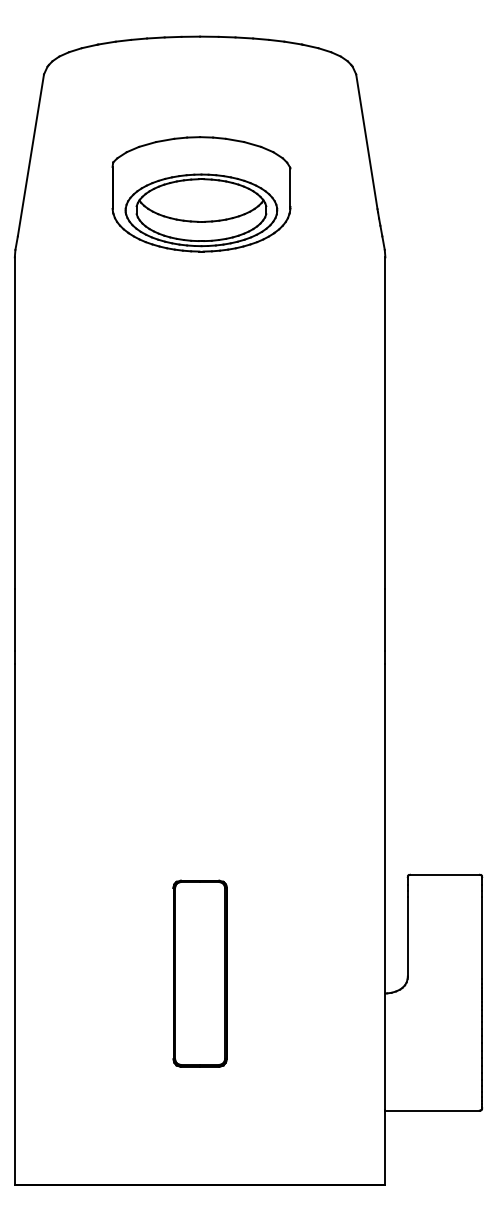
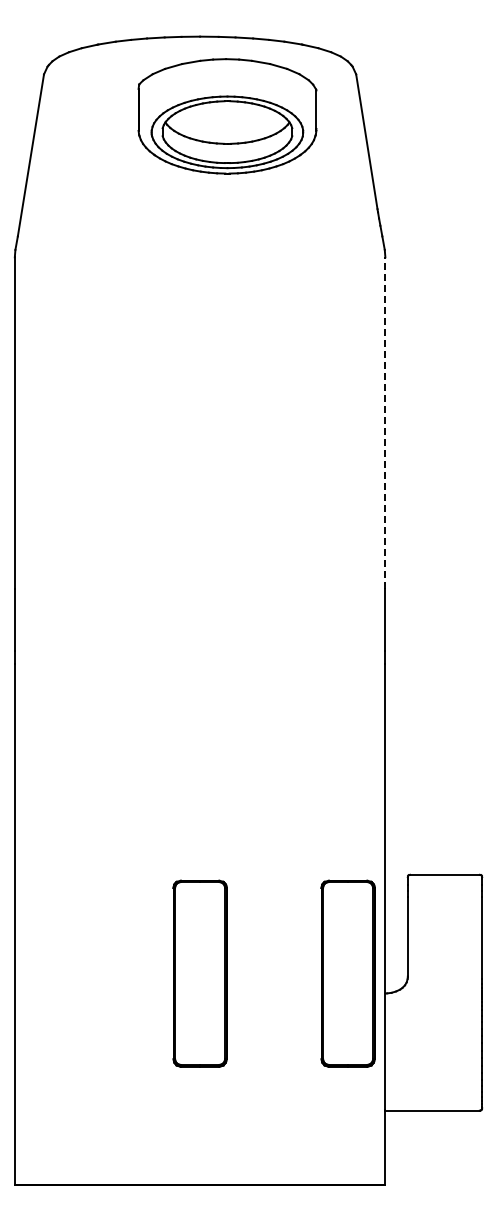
part at (201, 194) position: (201, 194) -> (227, 116)
line at (385, 423): solid -> dashed
part at (347, 973): none -> present
